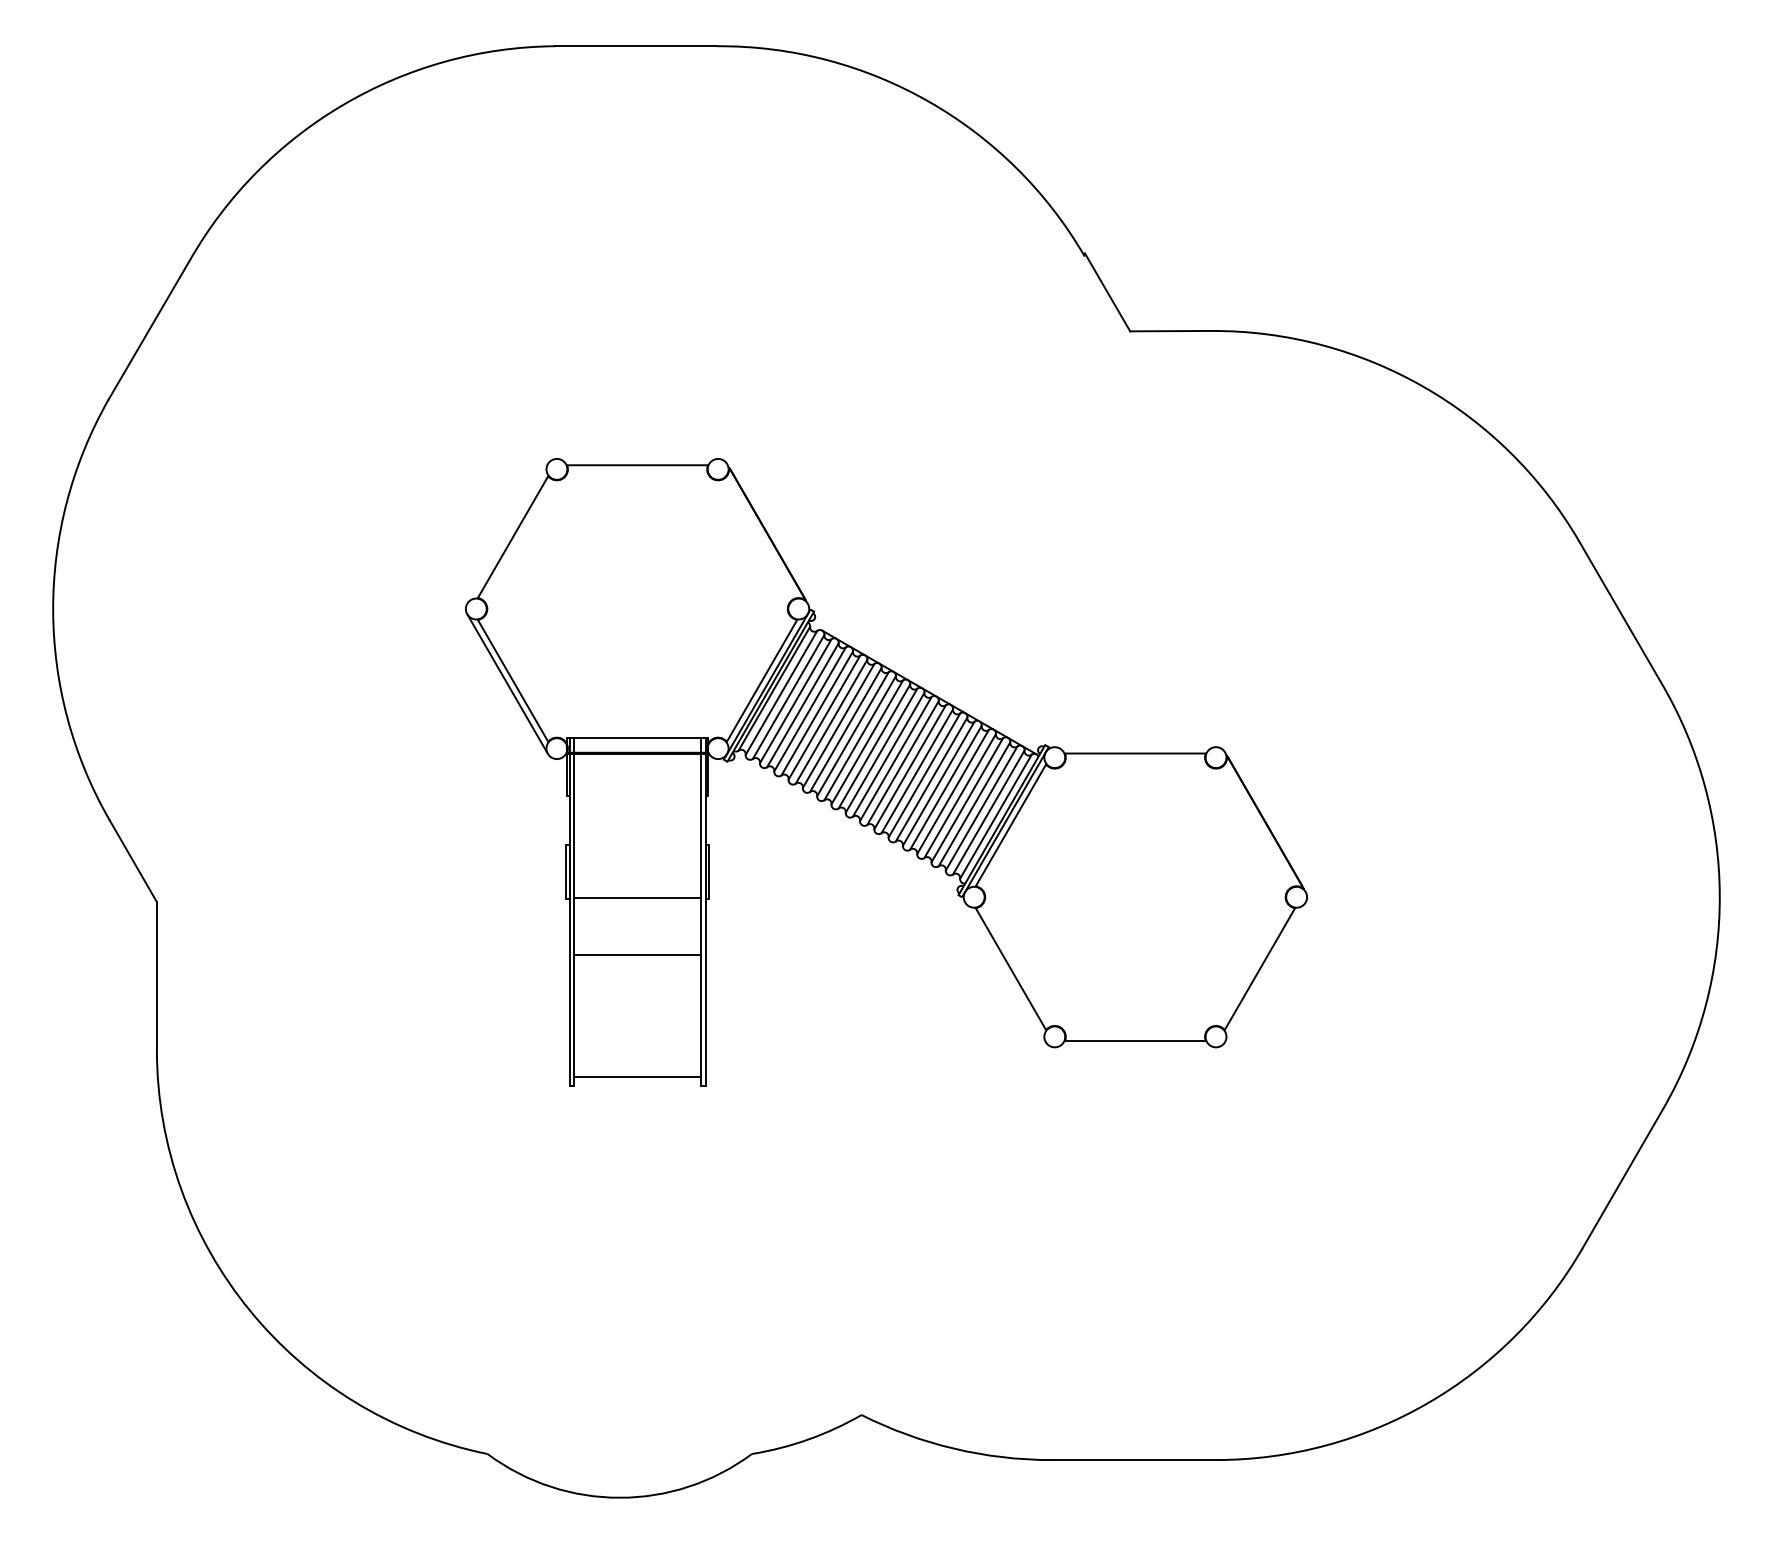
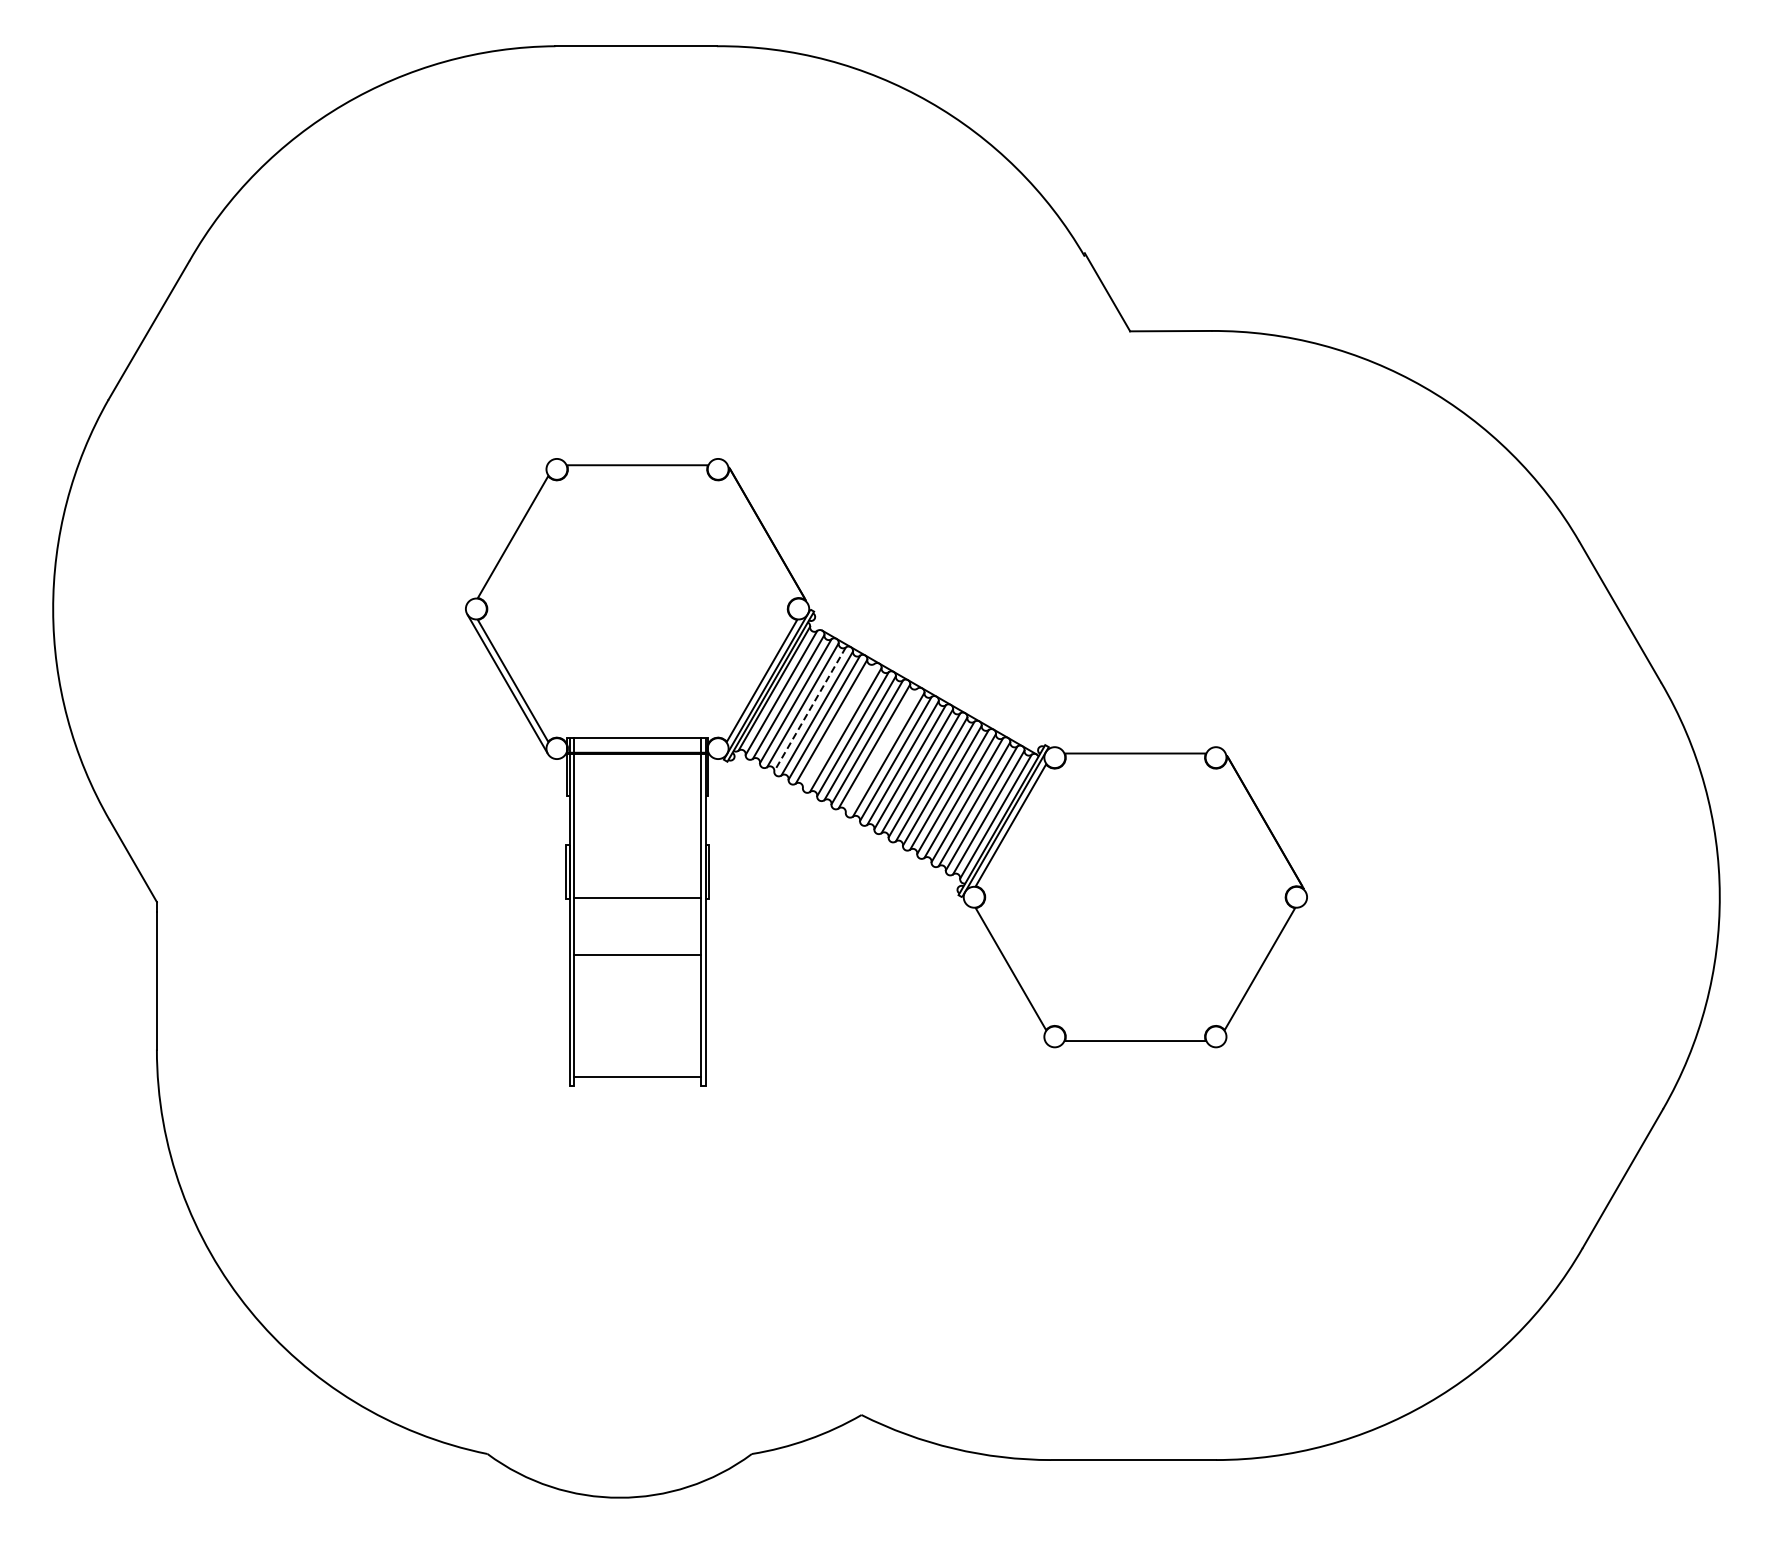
line at (810, 709): solid -> dashed
line at (838, 725): present -> none
line at (881, 750): present -> none
